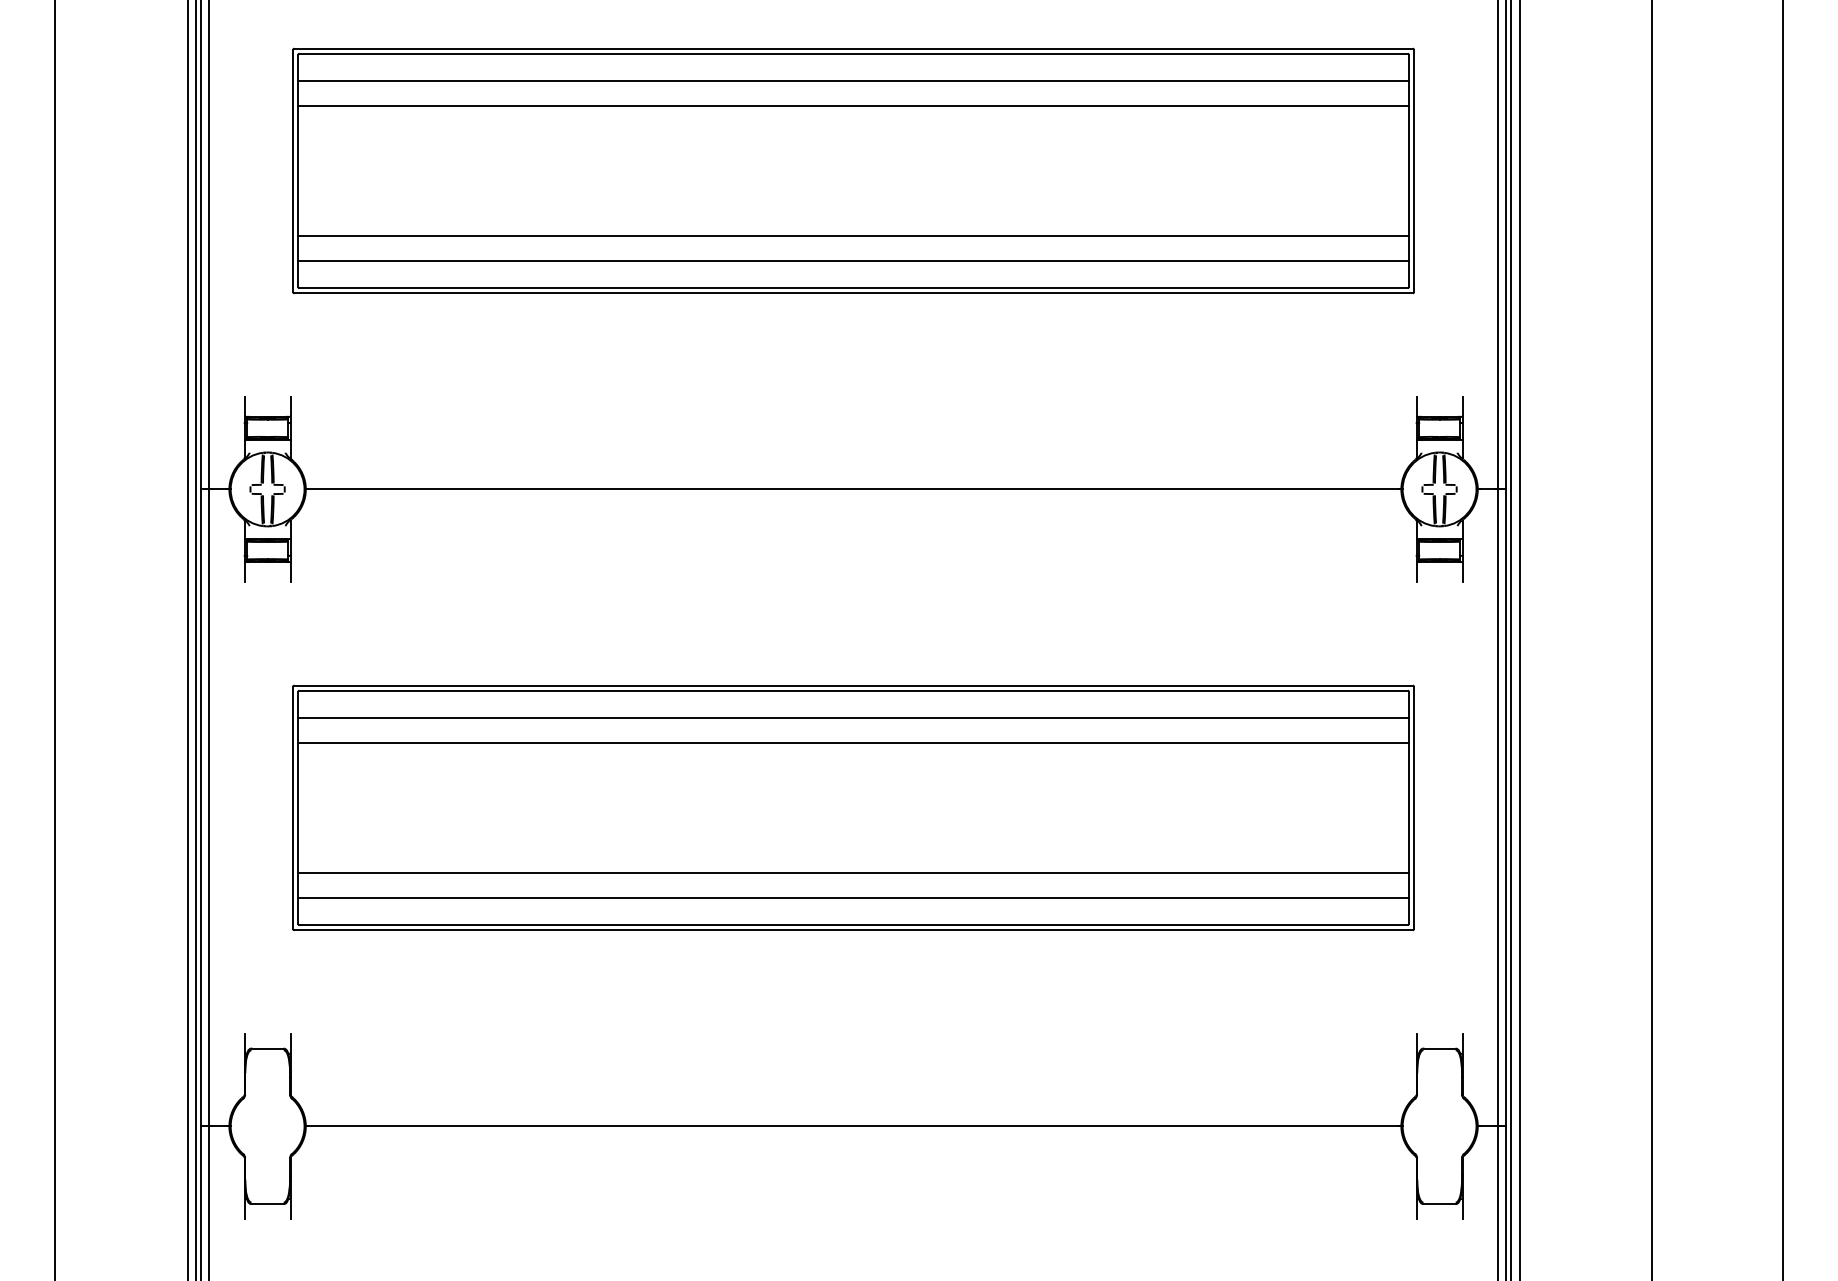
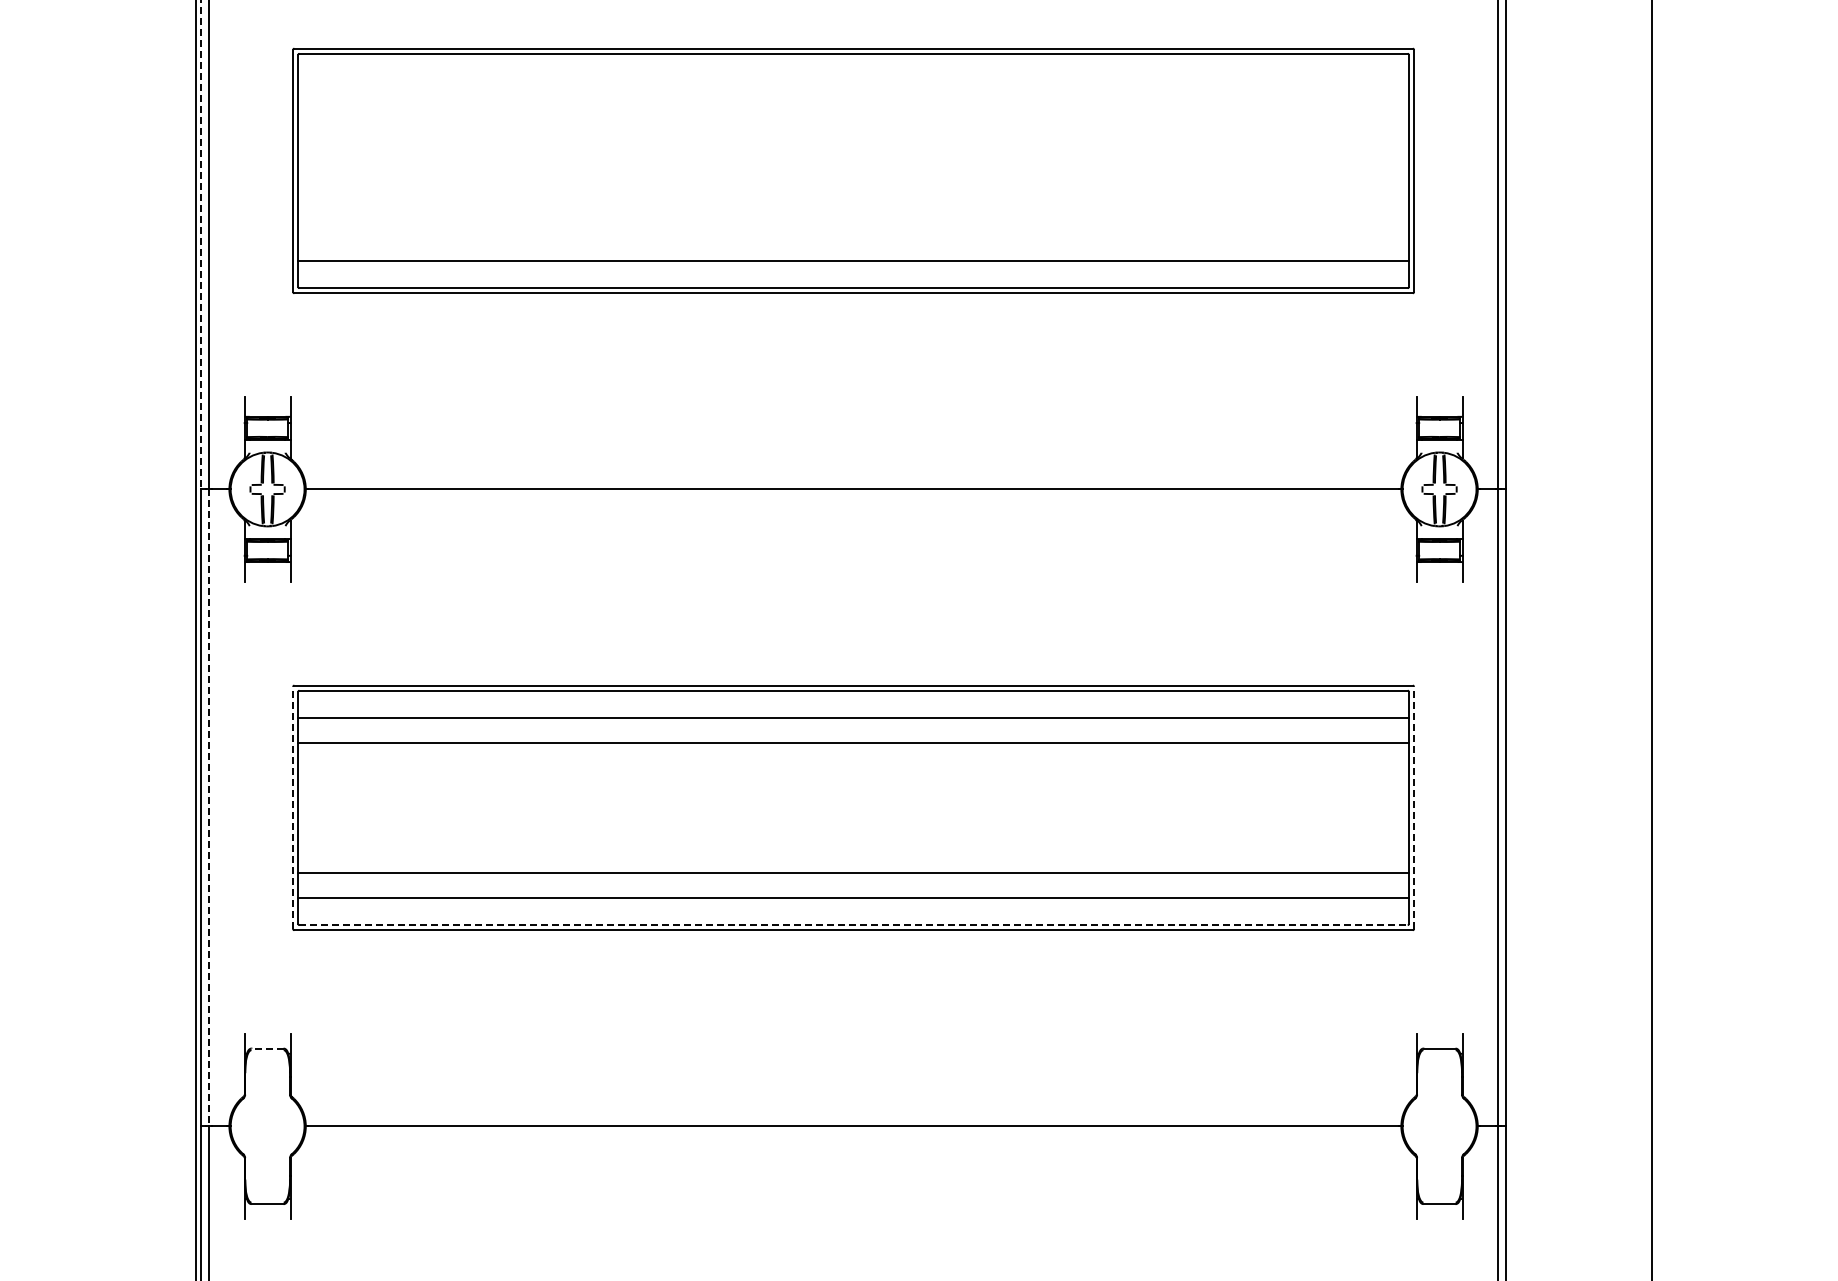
line at (853, 81): present -> none
line at (853, 106): present -> none
line at (853, 235): present -> none
line at (201, 245): solid -> dashed
line at (55, 639): present -> none
line at (187, 639): present -> none
line at (1510, 639): present -> none
line at (1519, 639): present -> none
line at (1782, 639): present -> none
line at (293, 807): solid -> dashed
line at (1414, 807): solid -> dashed
line at (209, 808): solid -> dashed
line at (854, 925): solid -> dashed
line at (267, 1048): solid -> dashed
